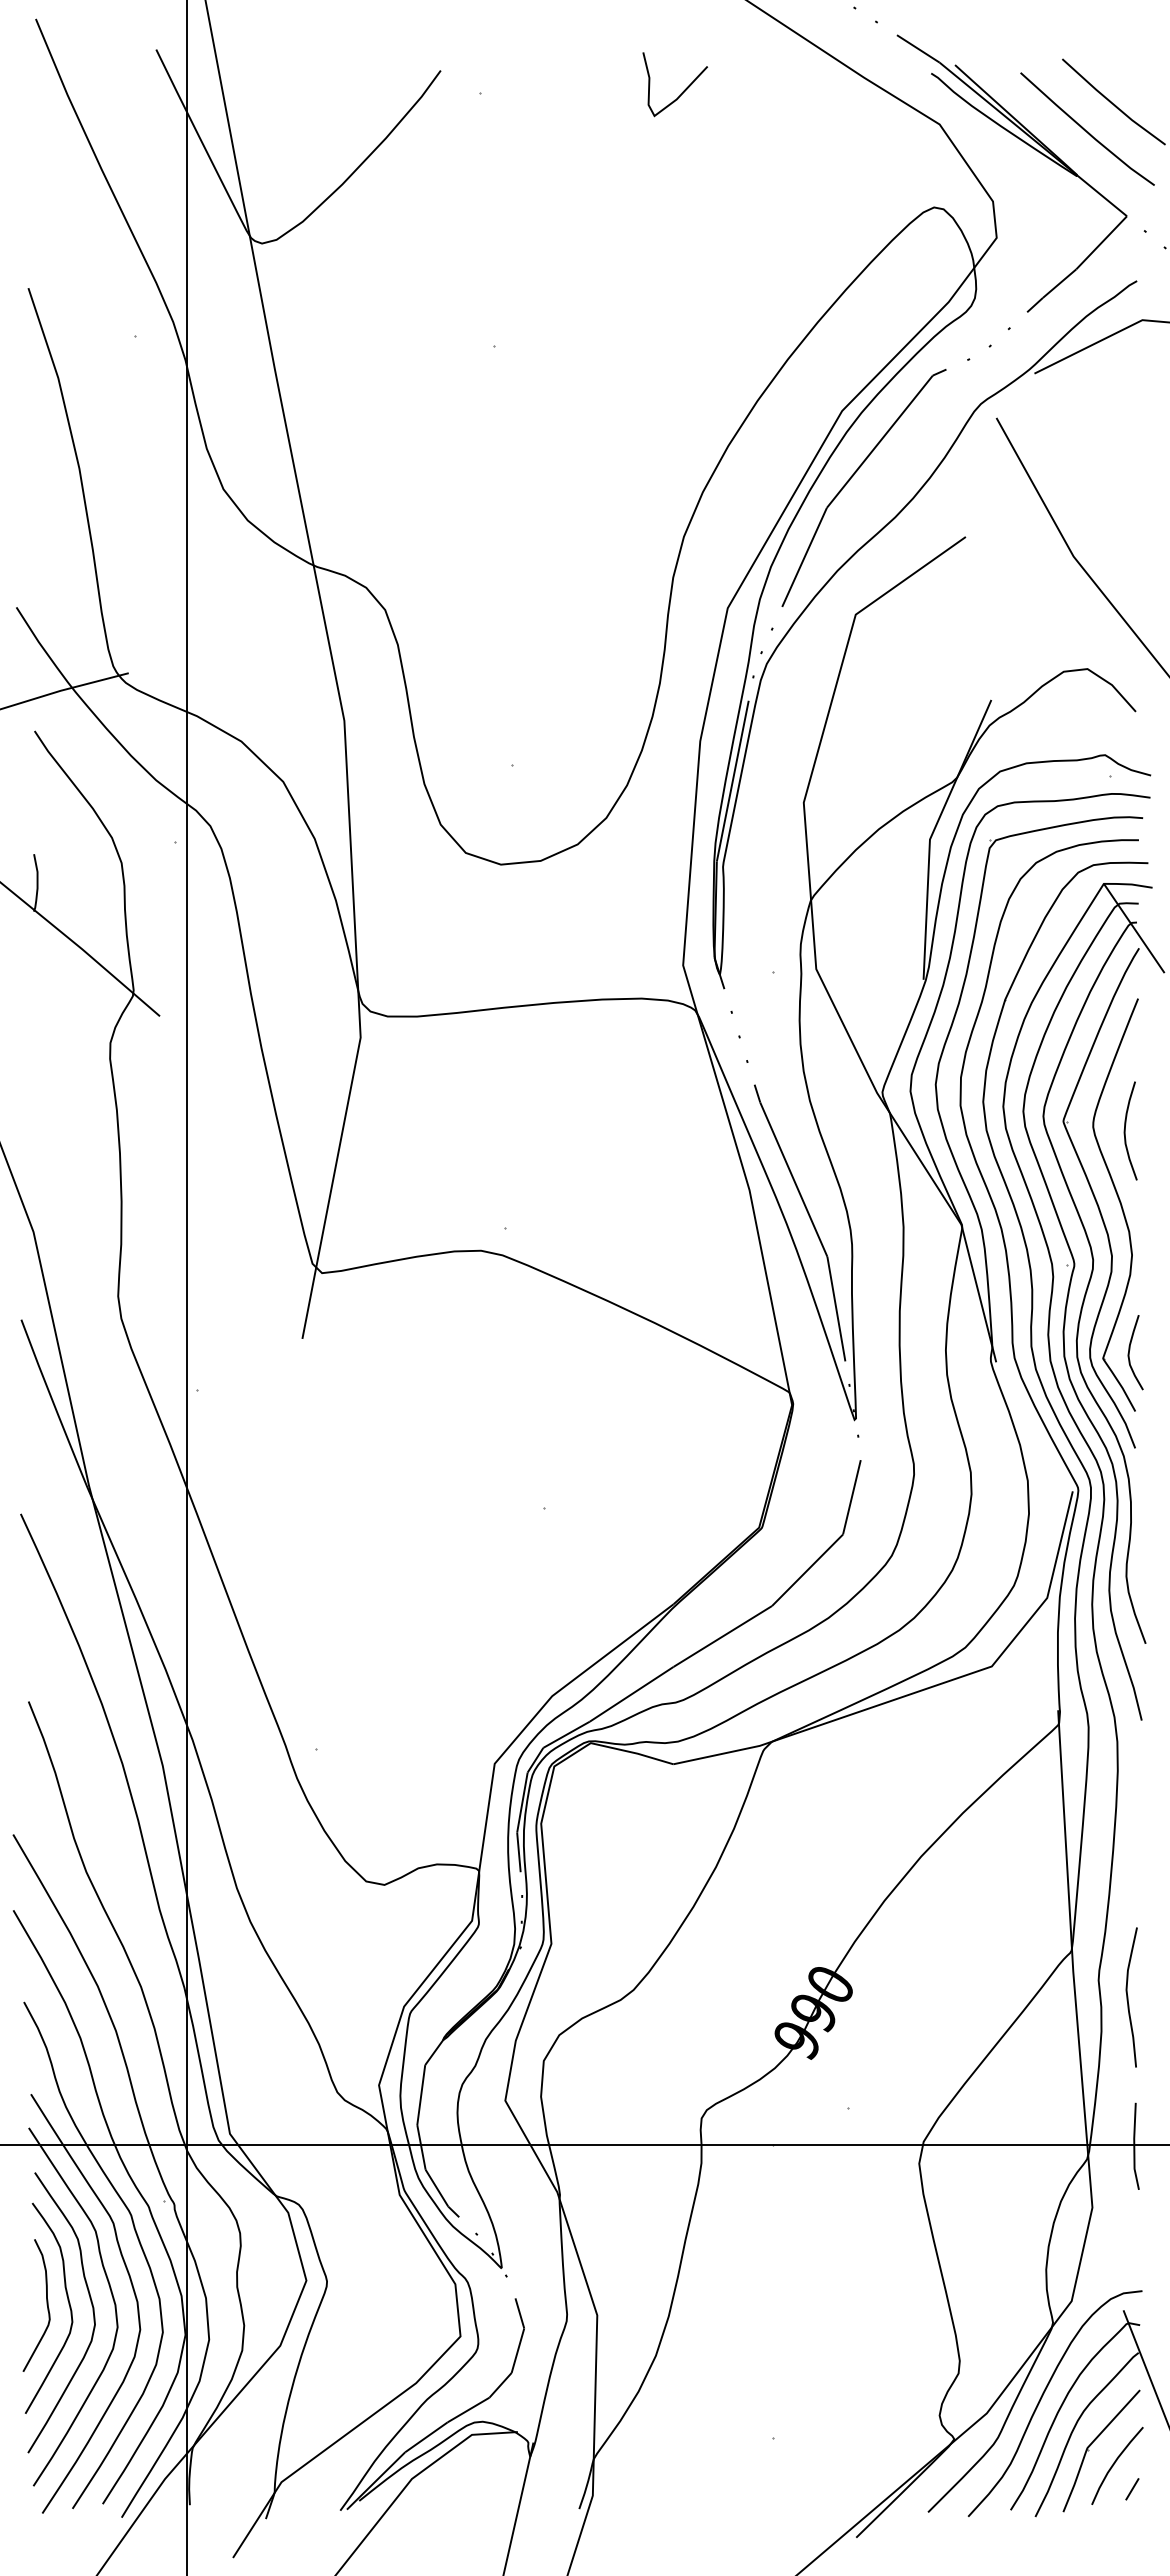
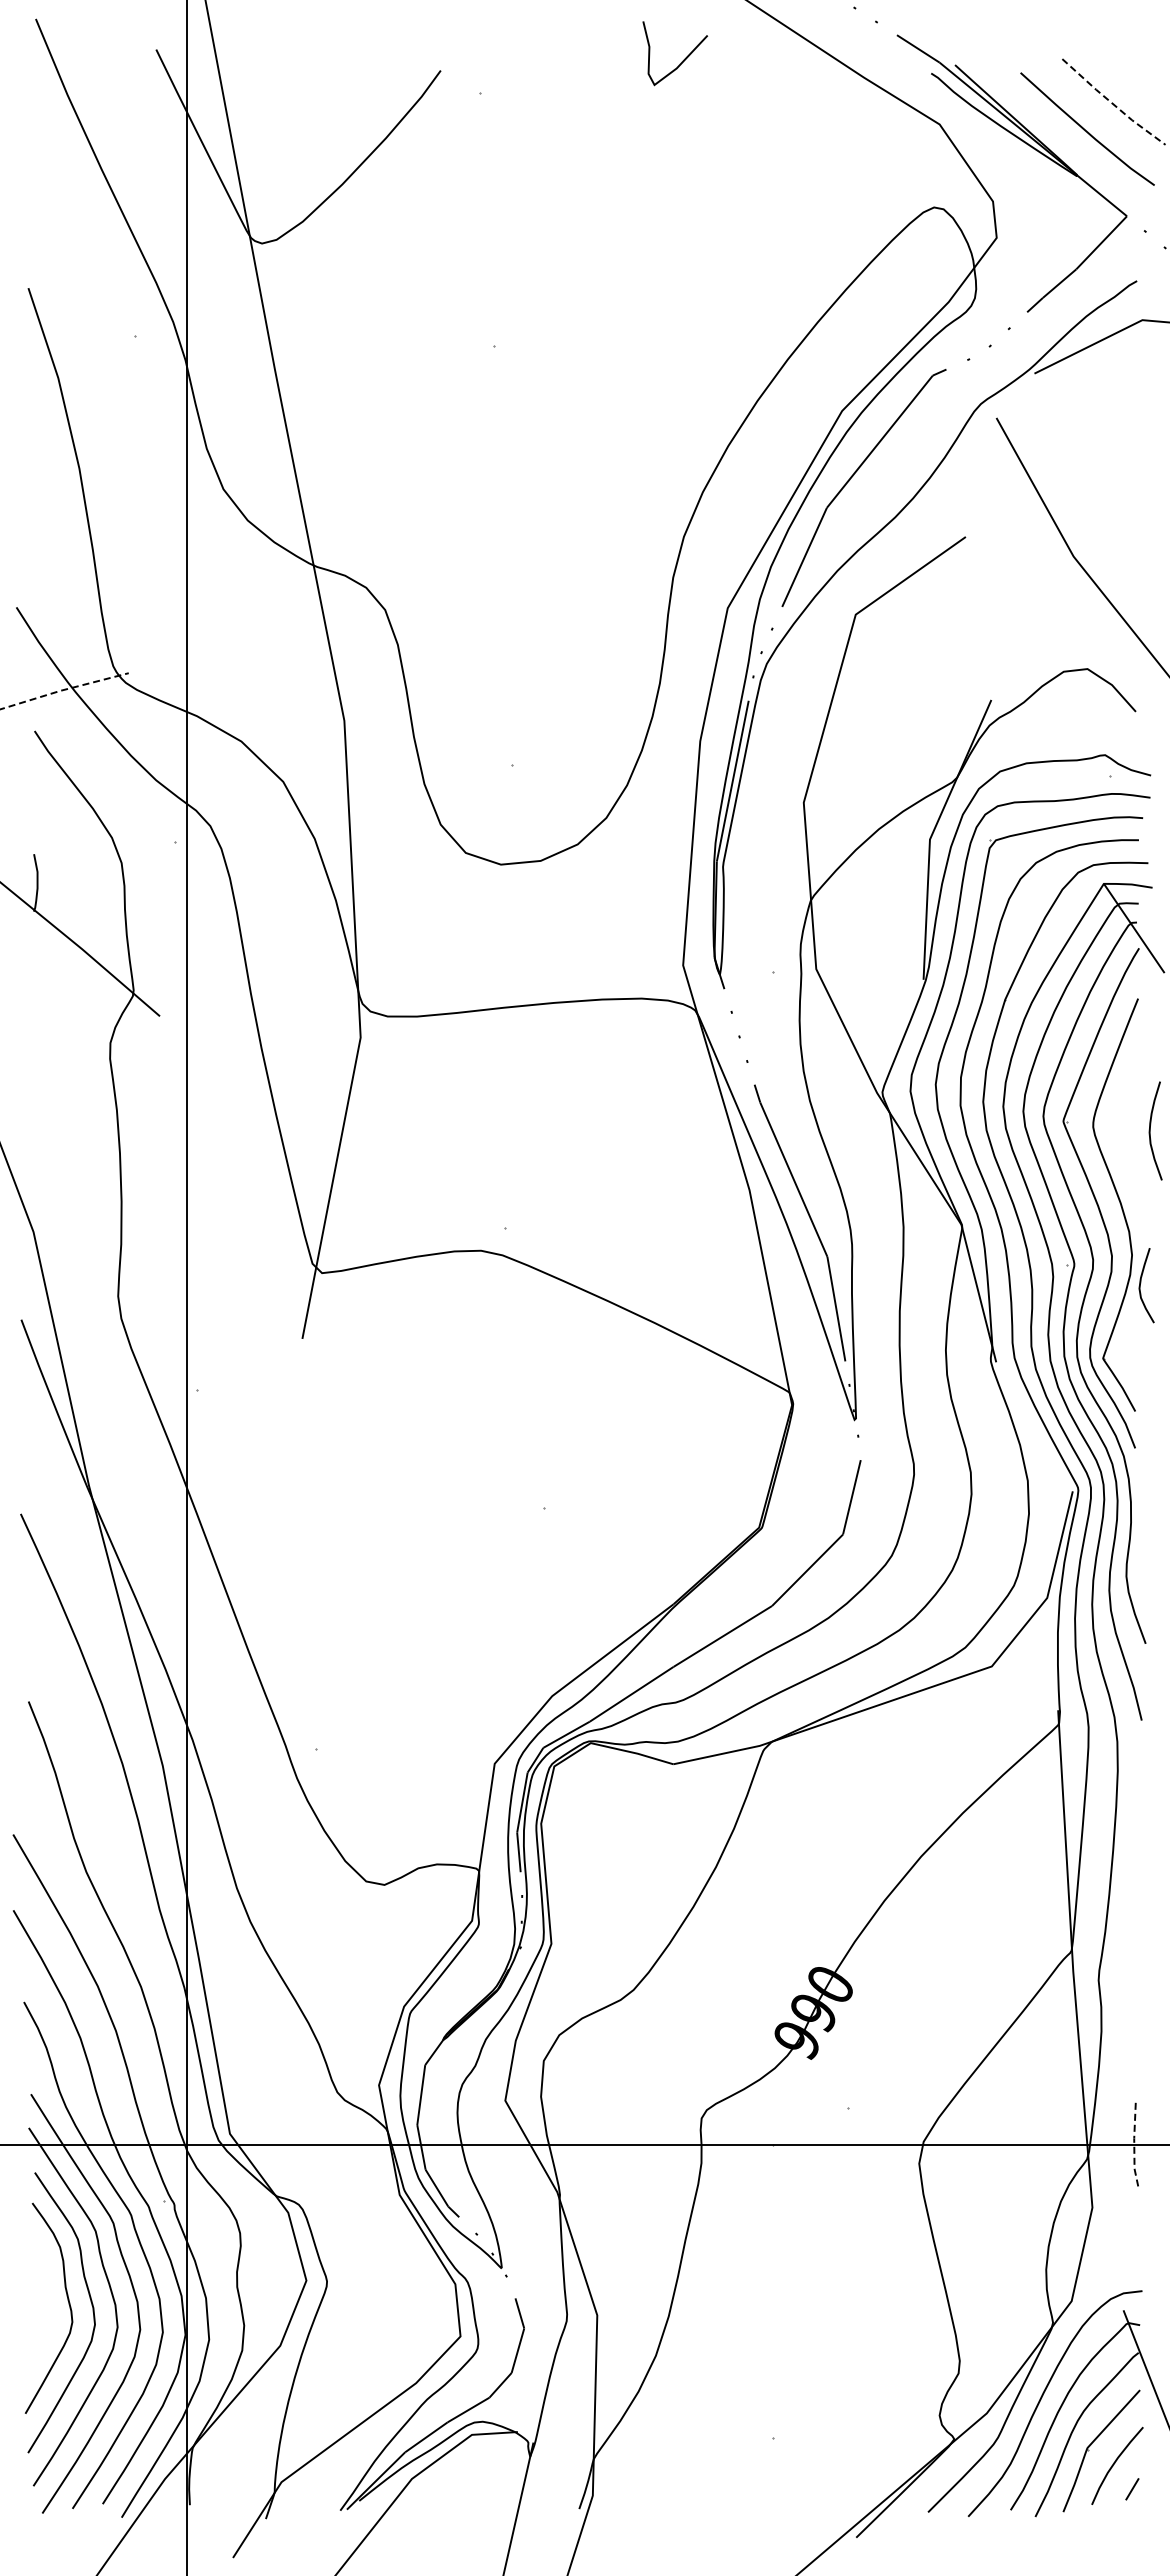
curve at (682, 91) position: (682, 91) -> (682, 60)
line at (1112, 103): solid -> dashed
line at (64, 689): solid -> dashed
curve at (1125, 1130) position: (1125, 1130) -> (1150, 1130)
curve at (1130, 1350) position: (1130, 1350) -> (1141, 1283)
curve at (1128, 1997): present -> none
line at (1134, 2147): solid -> dashed
curve at (46, 2305): present -> none
